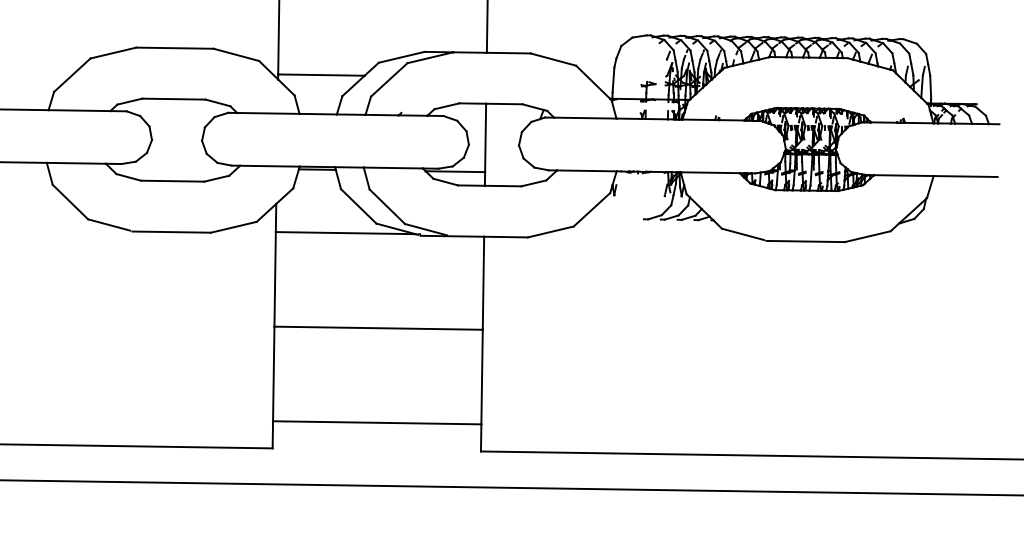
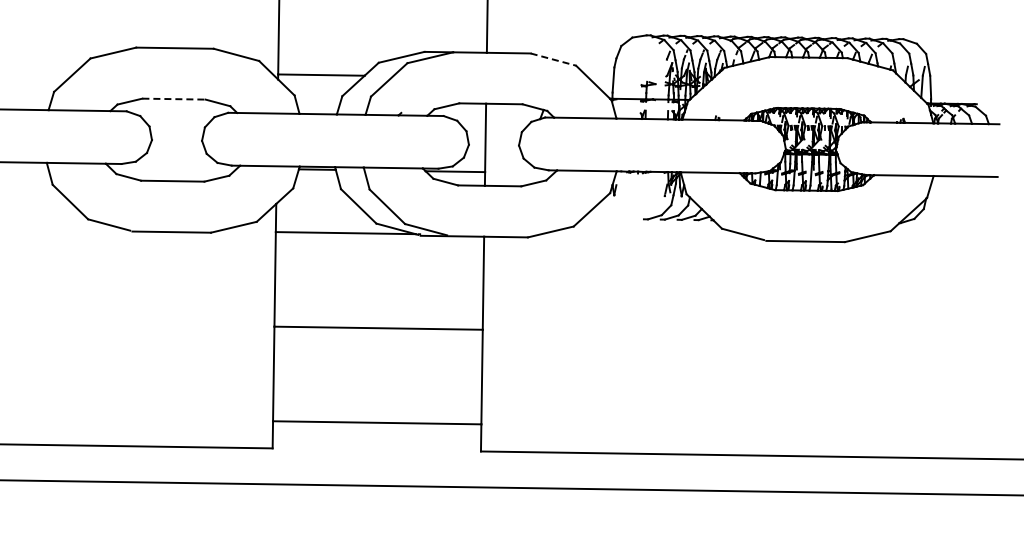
line at (553, 59): solid -> dashed
line at (174, 99): solid -> dashed
